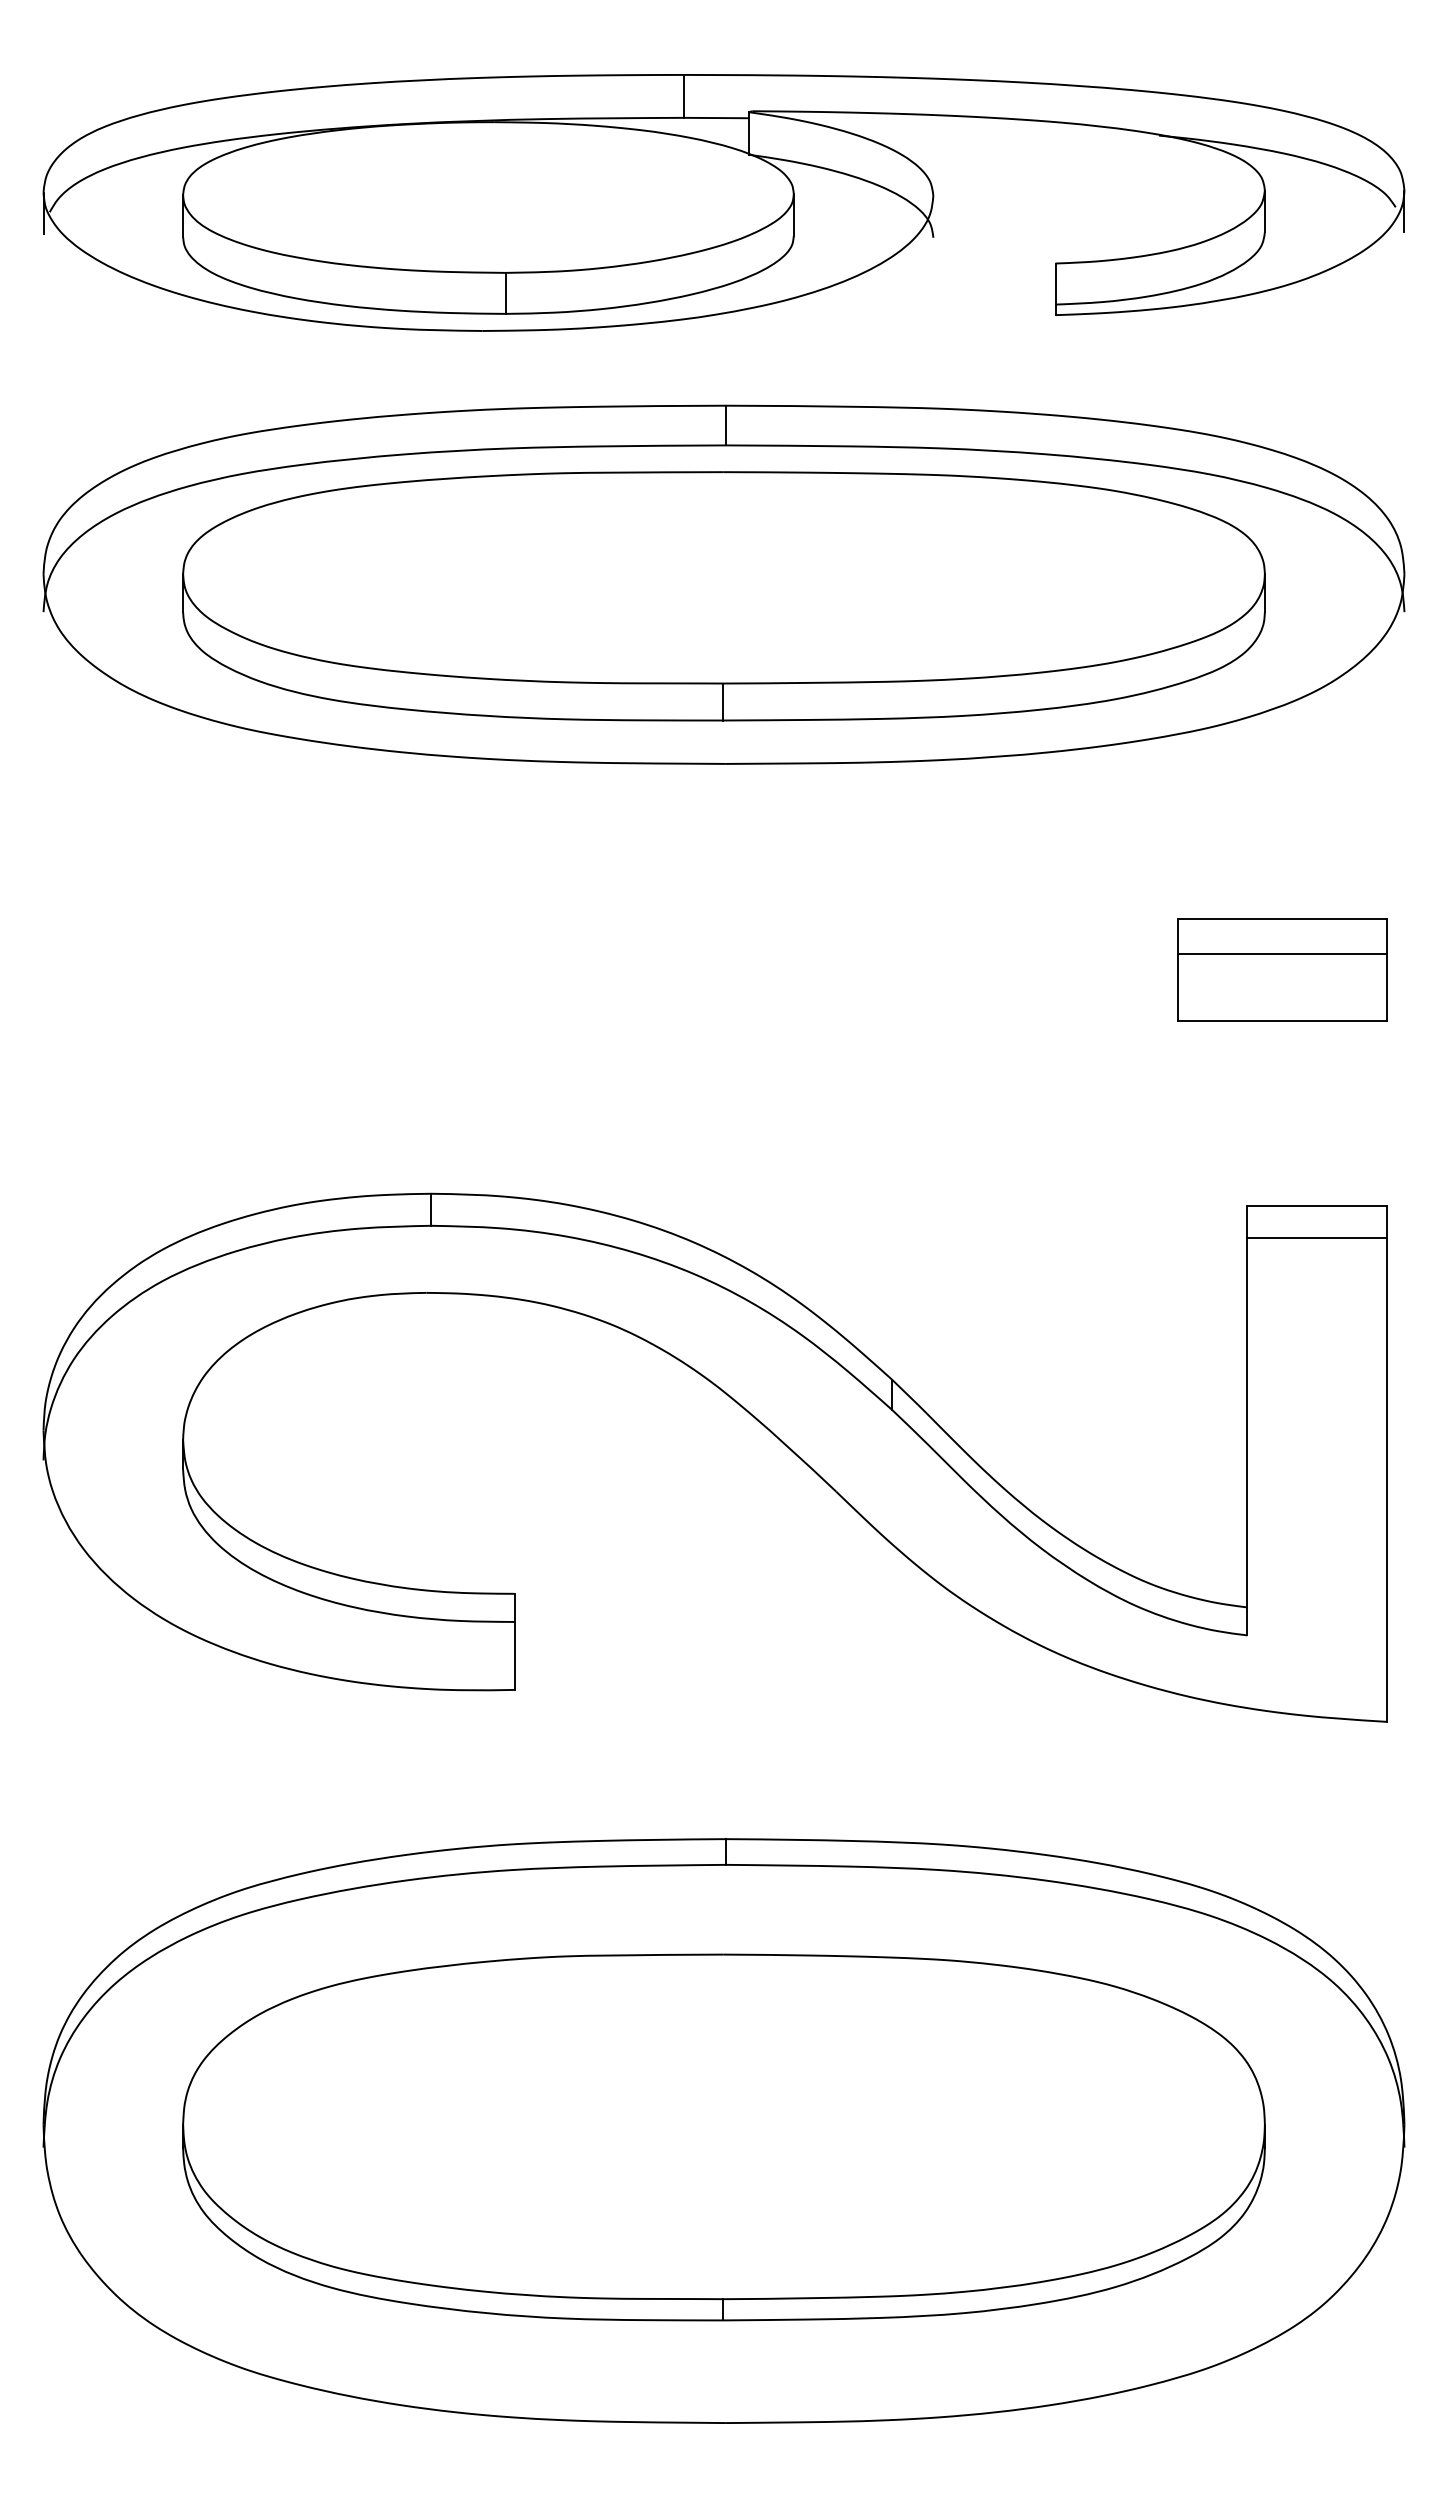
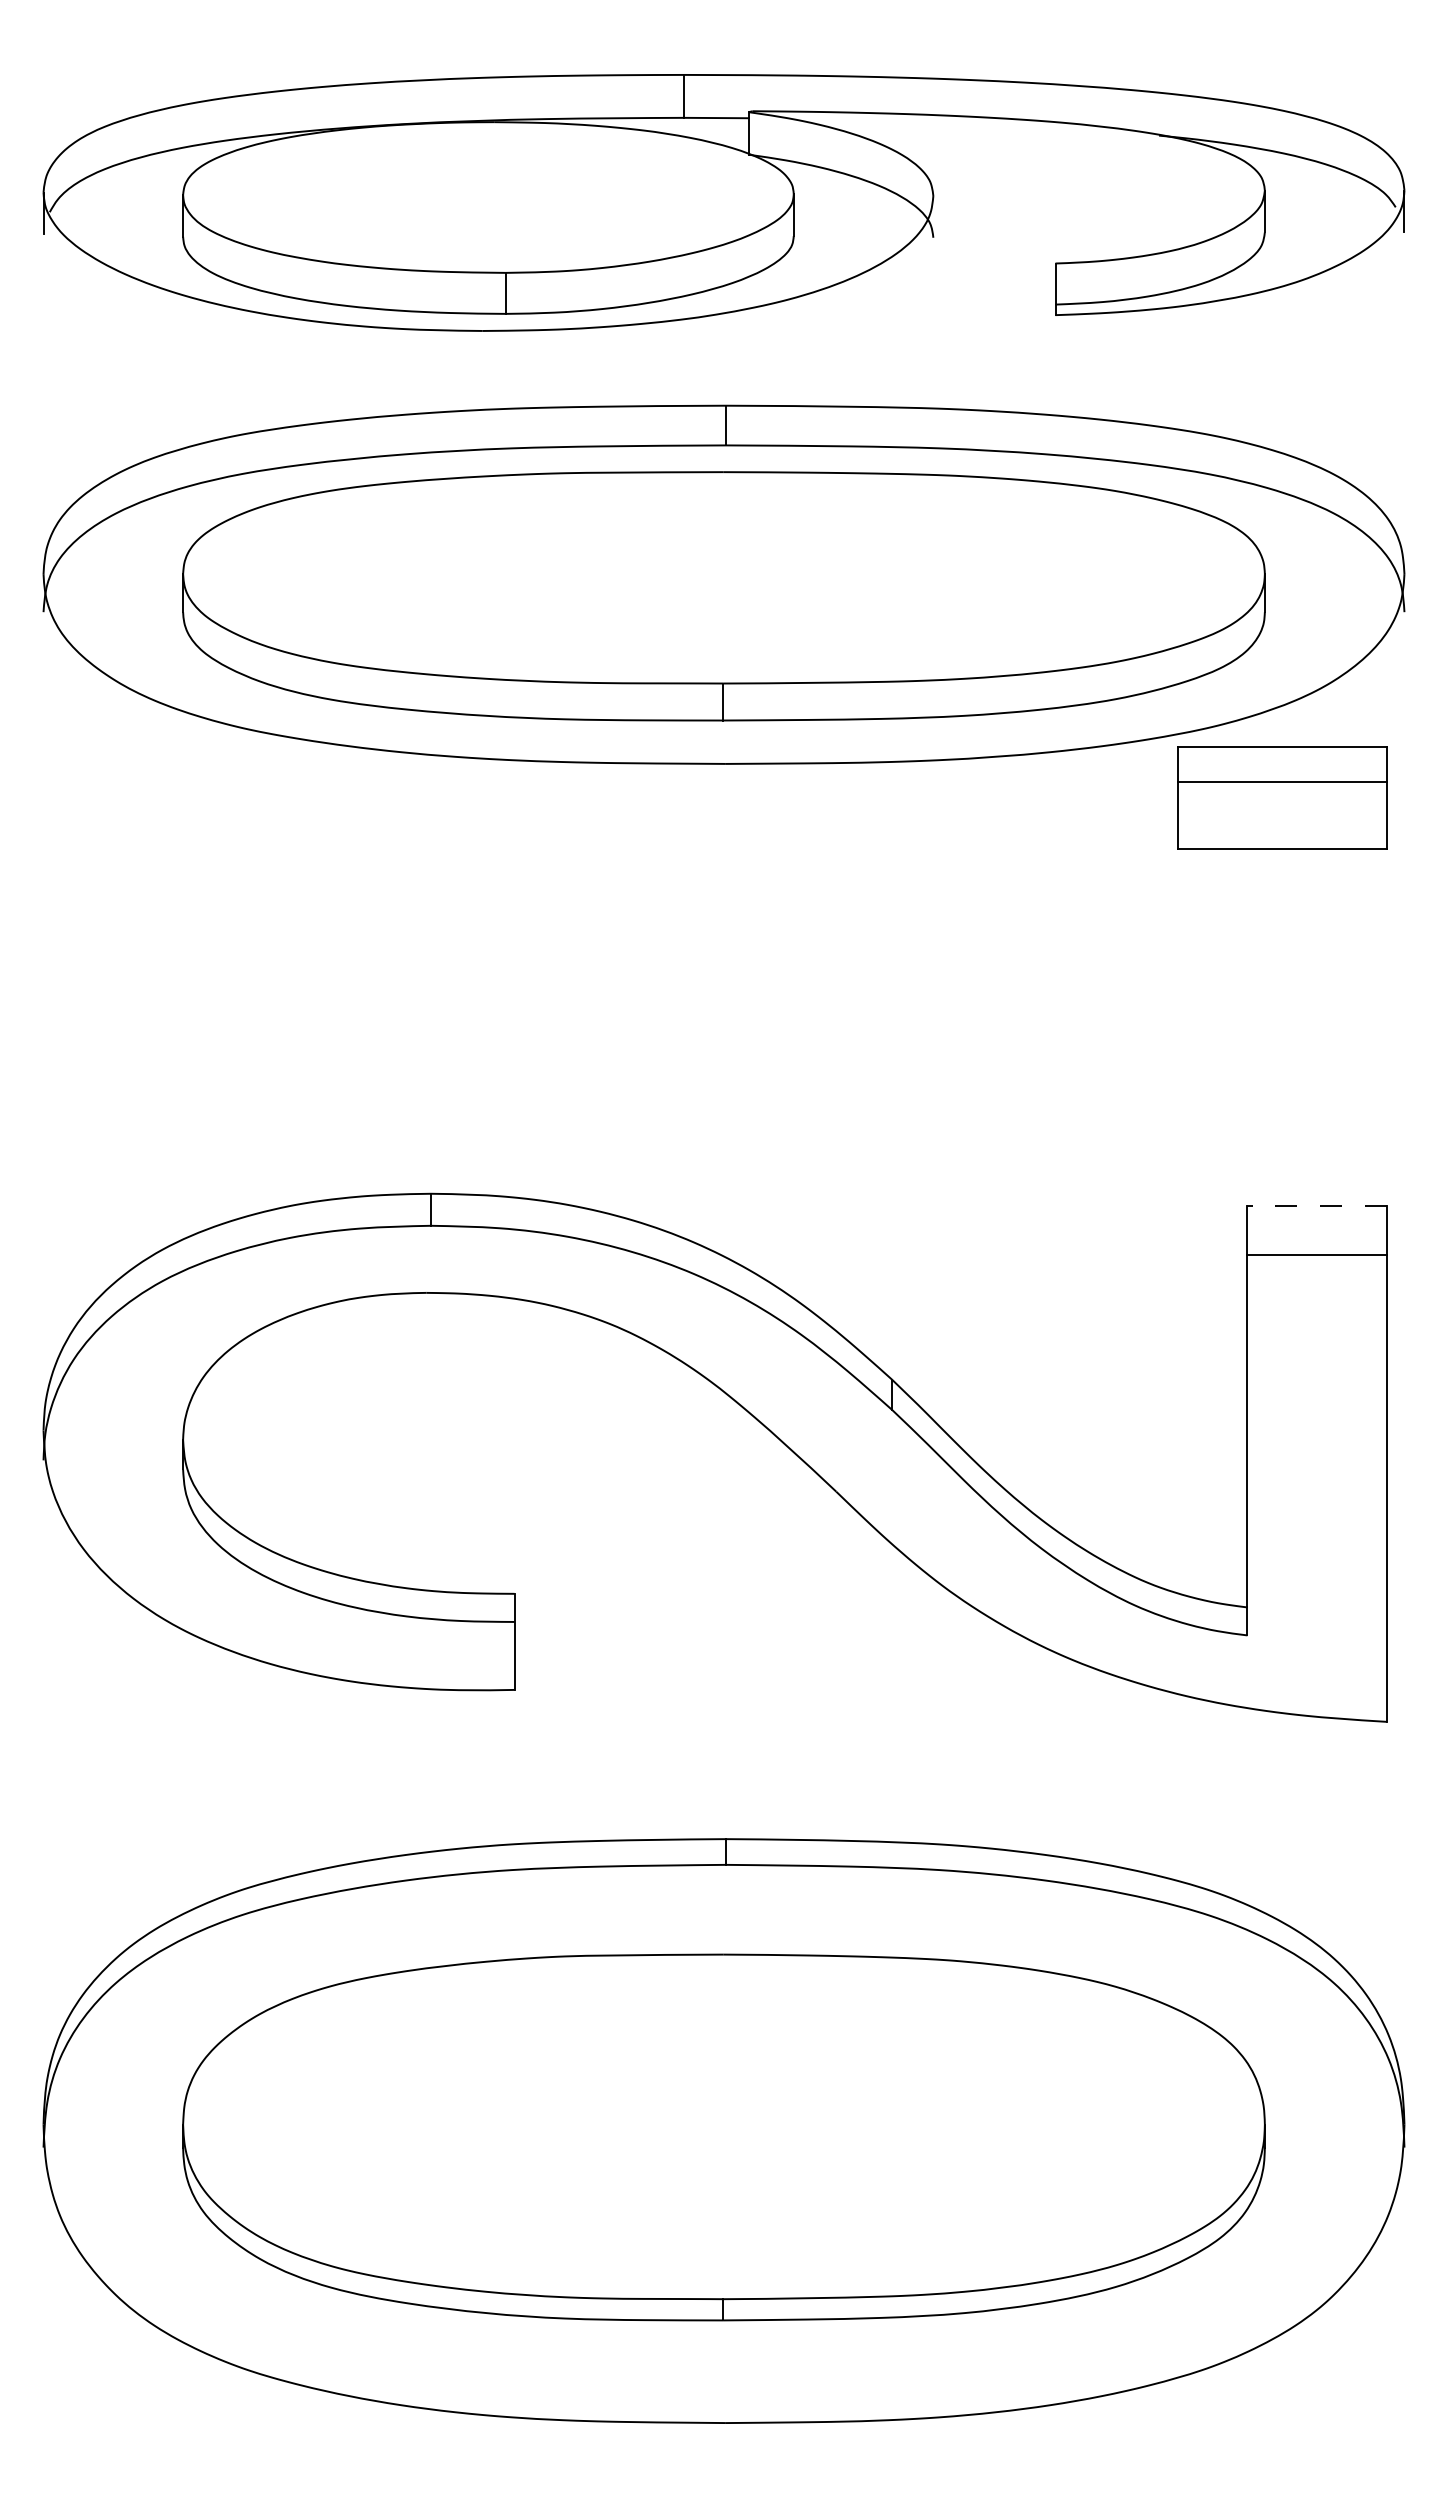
part at (1282, 969) position: (1282, 969) -> (1282, 797)
line at (1317, 1206): solid -> dashed
line at (1317, 1237) position: (1317, 1237) -> (1317, 1254)
